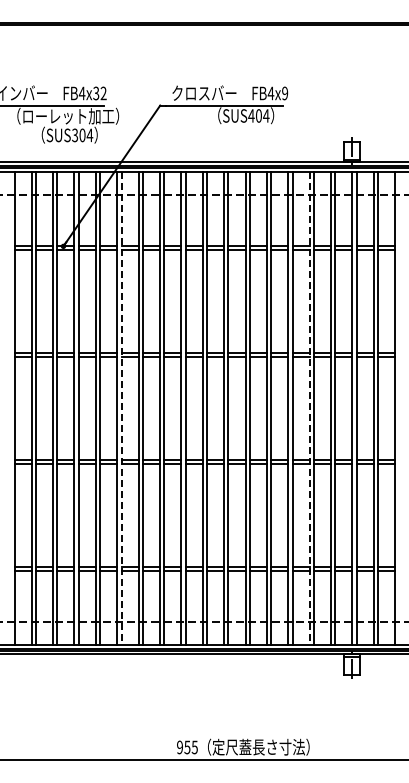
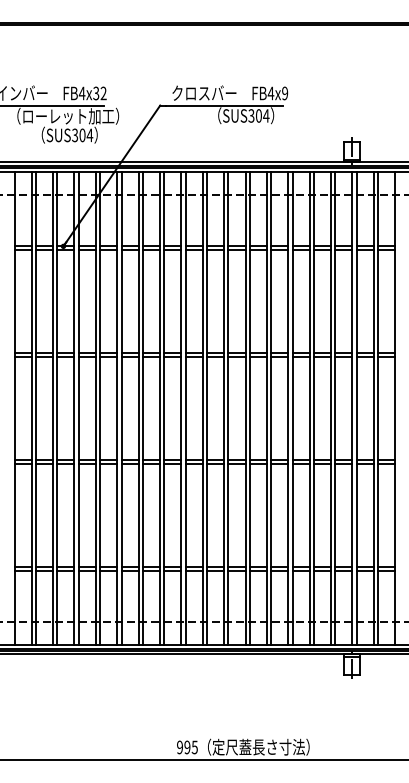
text at (251, 115): SUS404 -> SUS304
line at (121, 408): dashed -> solid
line at (309, 408): dashed -> solid
text at (187, 746): 955 -> 995
